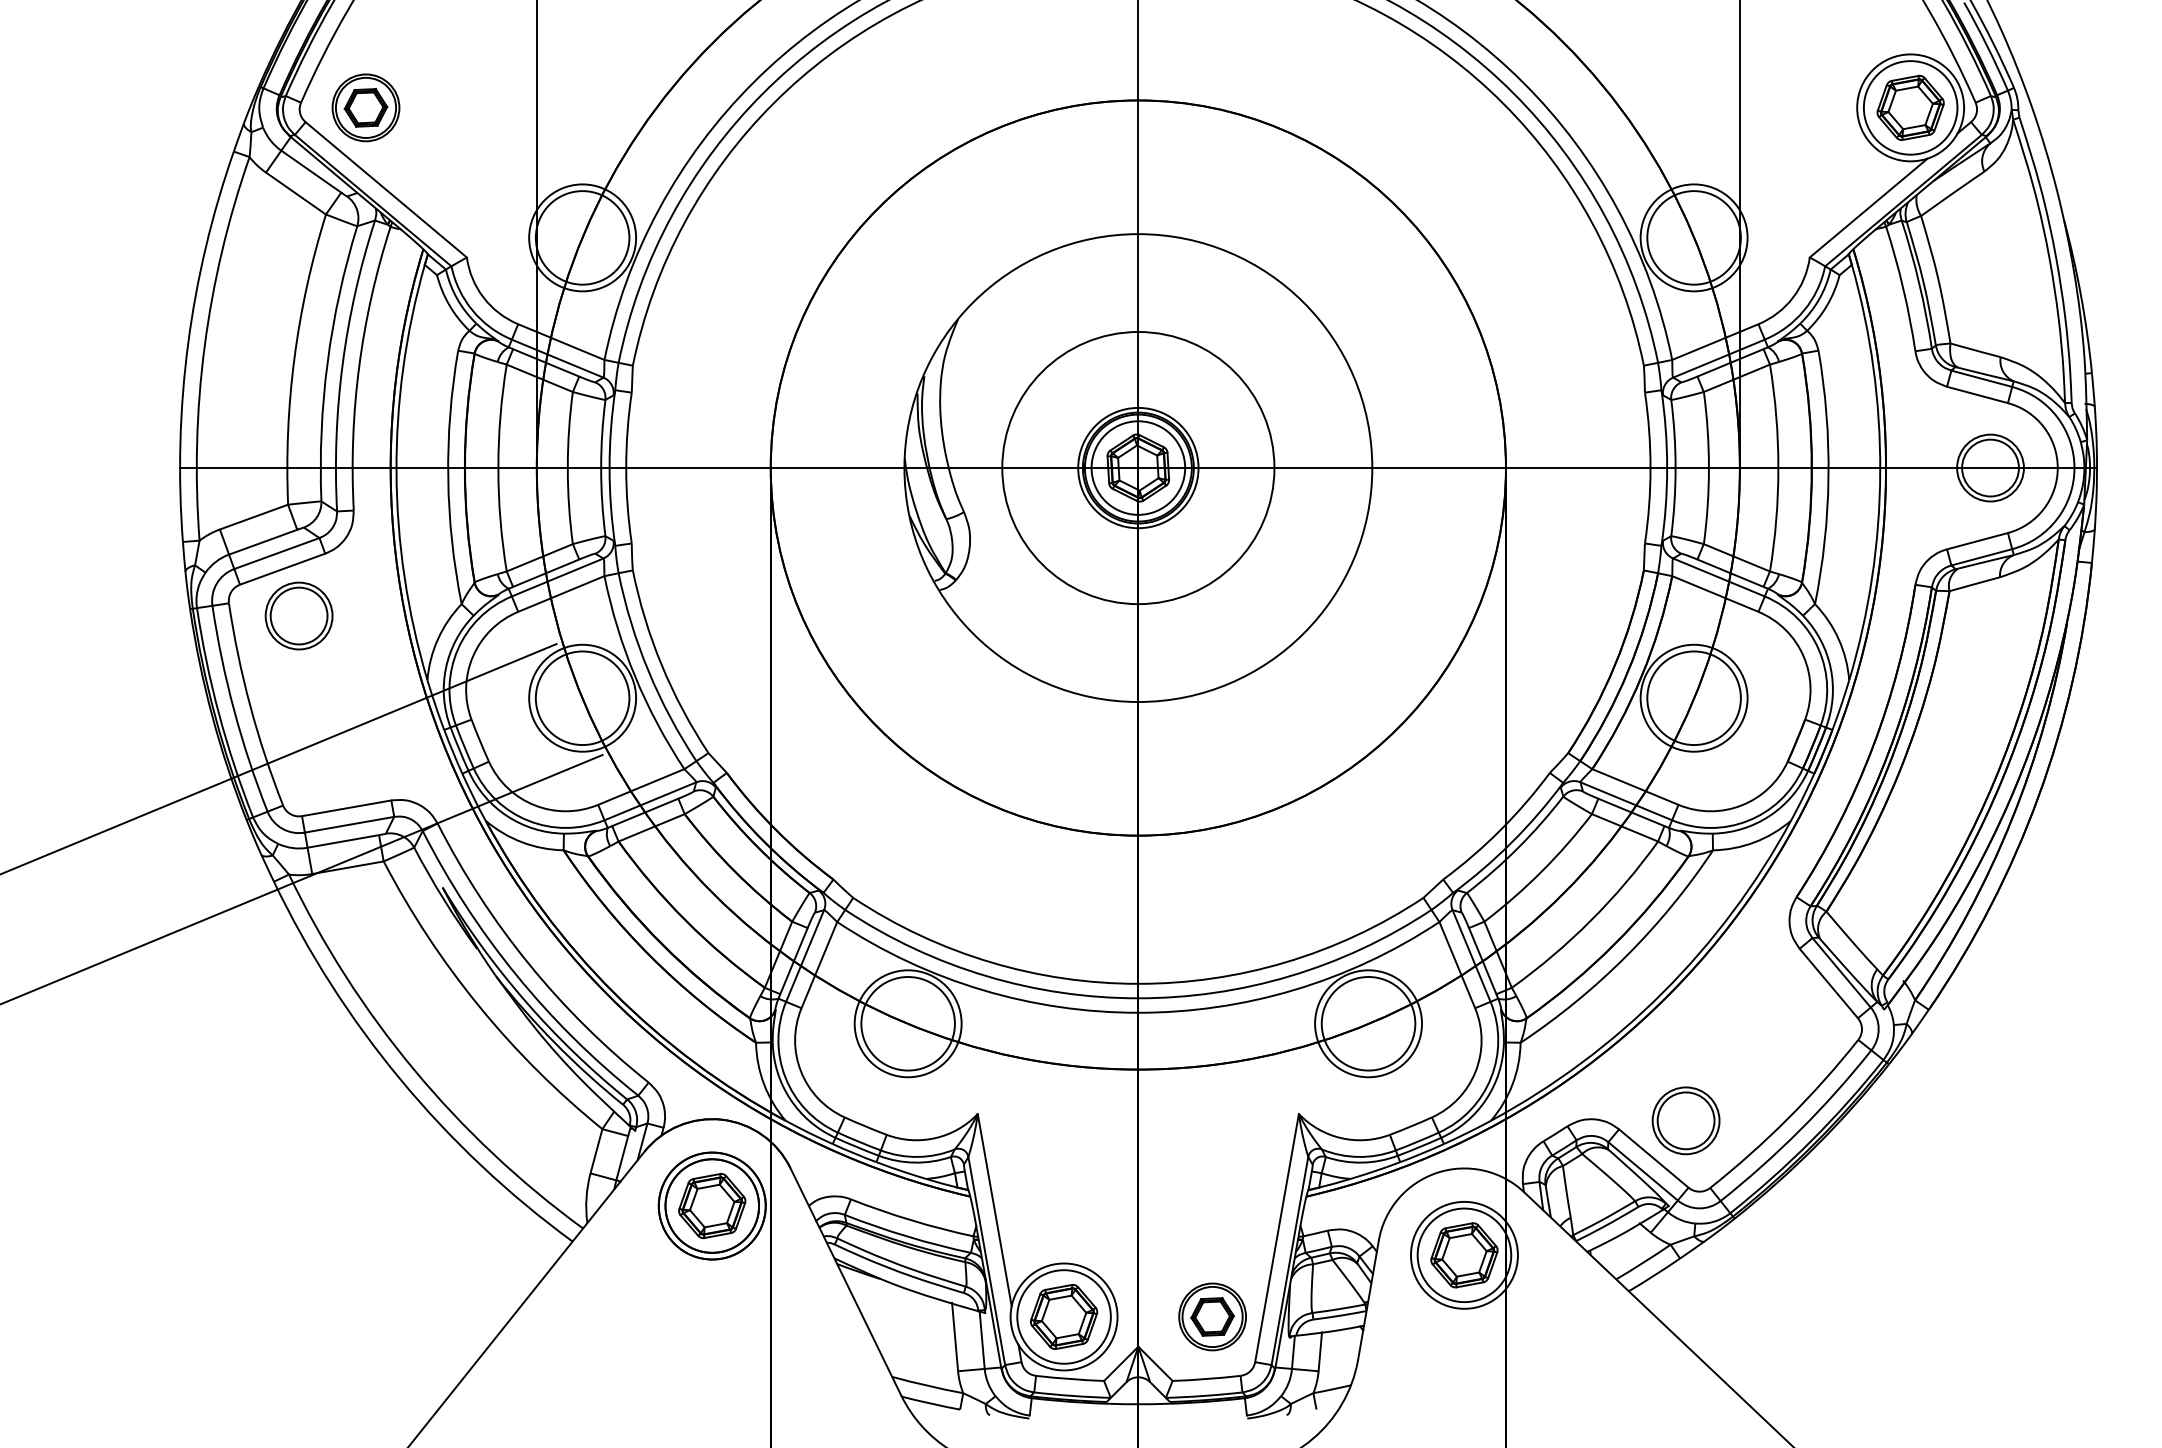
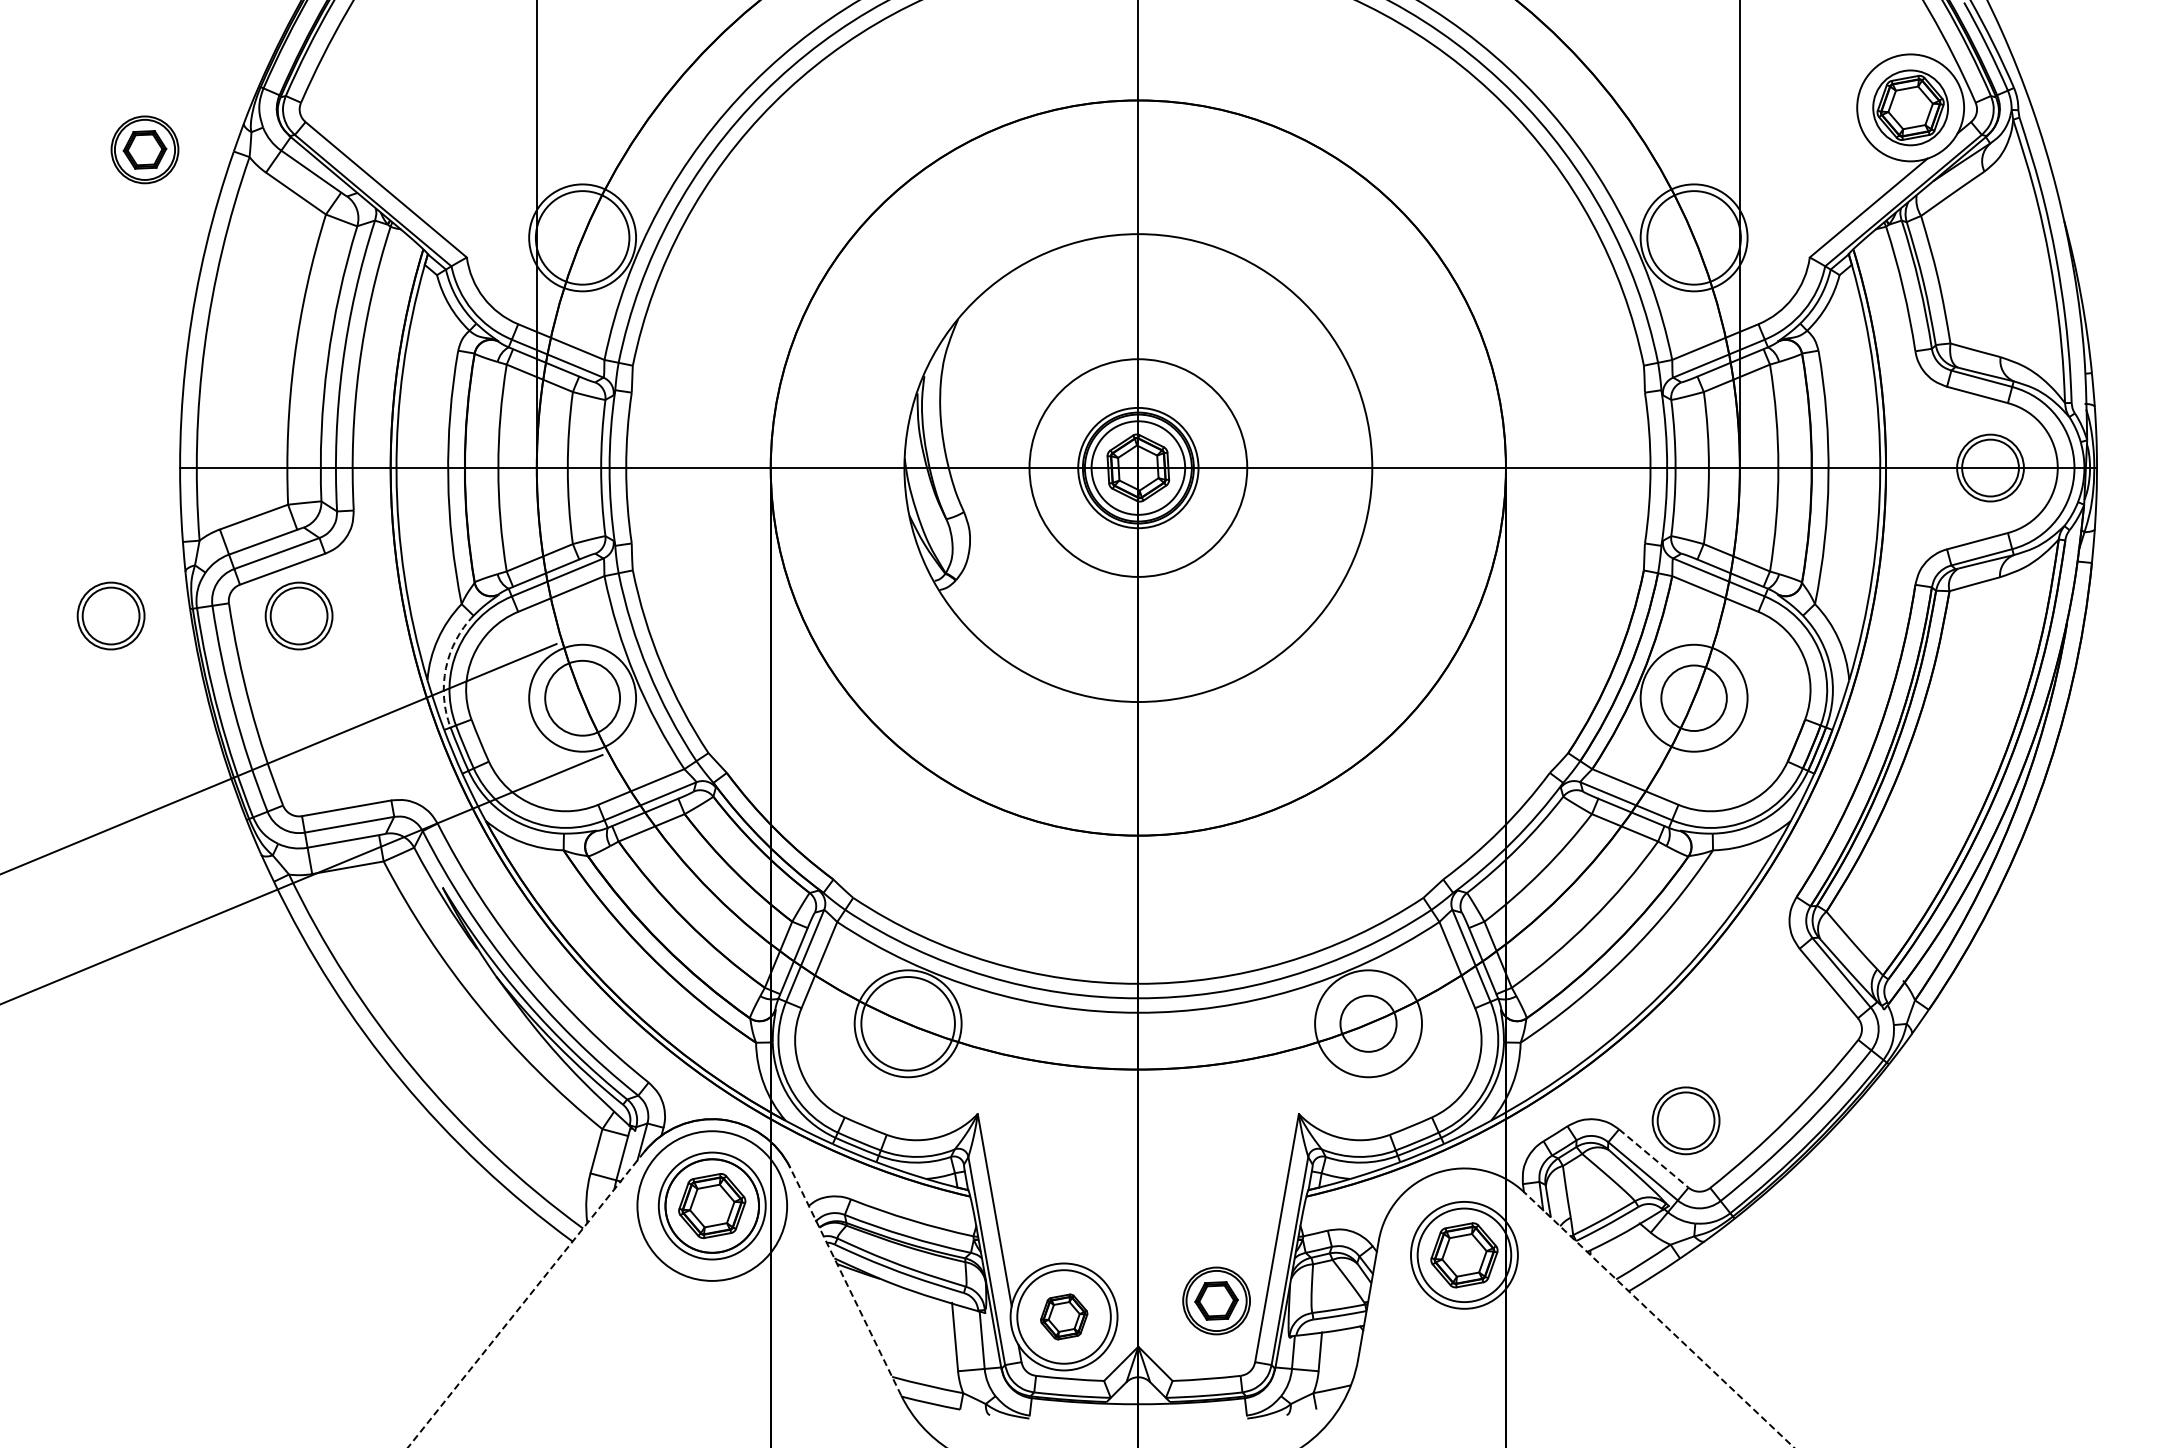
part at (365, 107) position: (365, 107) -> (144, 149)
circle at (1910, 107) diameter: 94 px -> 75 px
circle at (1138, 468) diameter: 272 px -> 218 px
part at (110, 615): none -> present
arc at (445, 668): solid -> dashed
circle at (582, 698) diameter: 94 px -> 75 px
circle at (1693, 698) diameter: 94 px -> 65 px
circle at (1368, 1023) diameter: 94 px -> 56 px
line at (1654, 1158): solid -> dashed
circle at (711, 1205) diameter: 107 px -> 150 px
line at (845, 1281): solid -> dashed
line at (525, 1300): solid -> dashed
part at (1064, 1316) size: 69x66 px -> 49x48 px
part at (1212, 1316) position: (1212, 1316) -> (1216, 1300)
line at (1659, 1320): solid -> dashed
